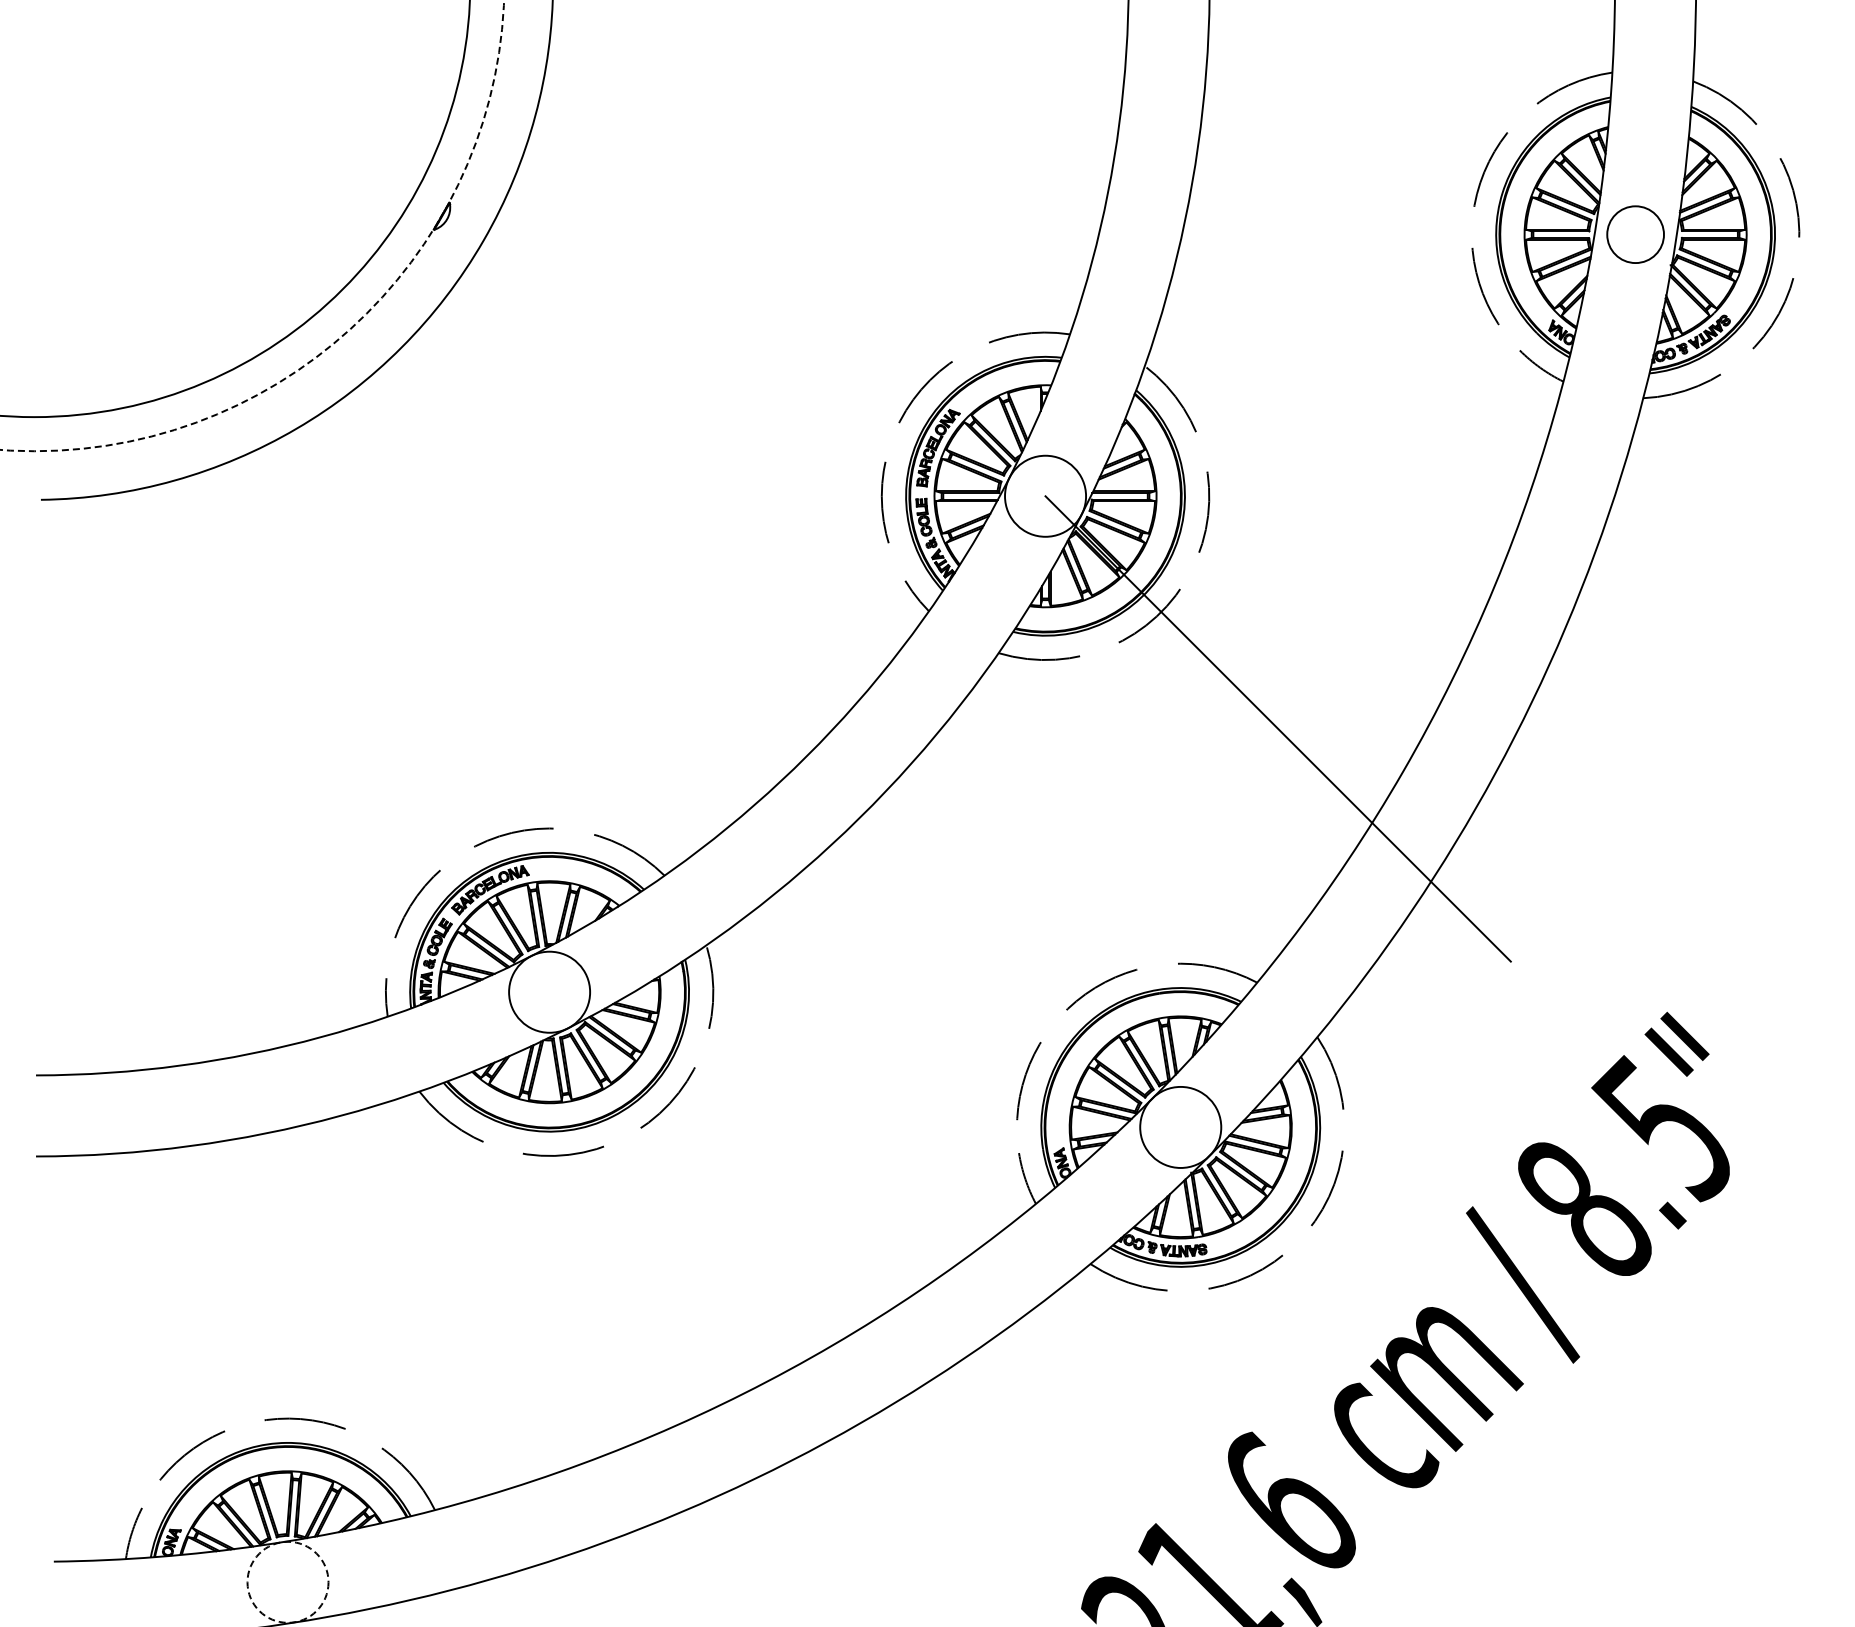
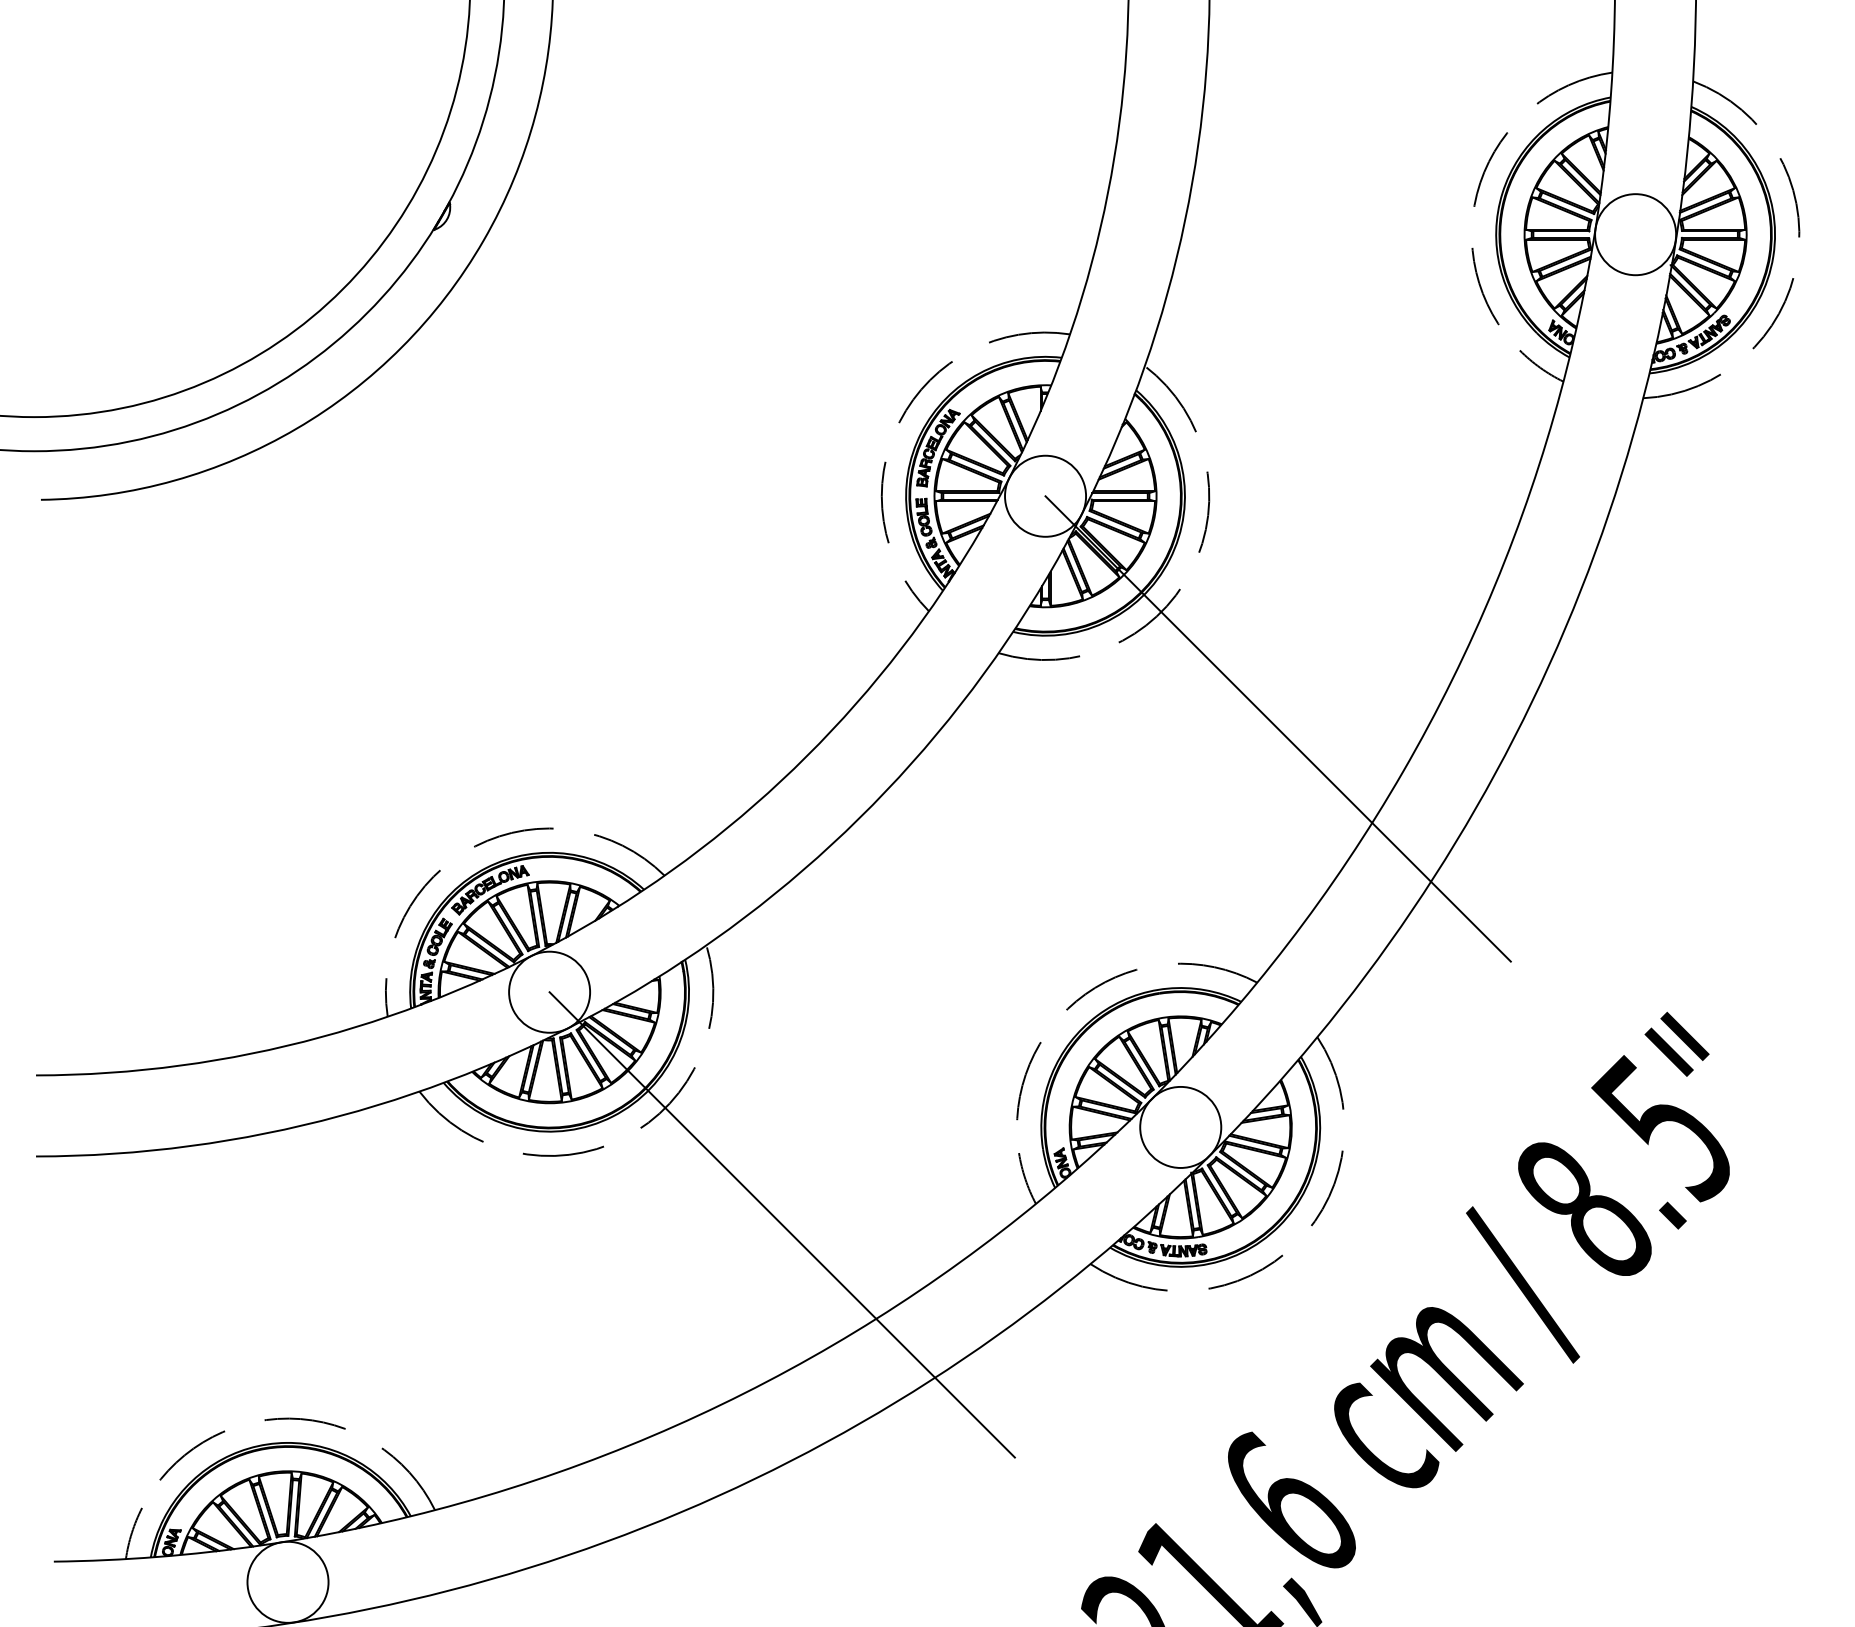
circle at (252, 225): dashed -> solid
circle at (1635, 234) diameter: 57 px -> 81 px
line at (781, 1224): none -> present
circle at (287, 1581): dashed -> solid
